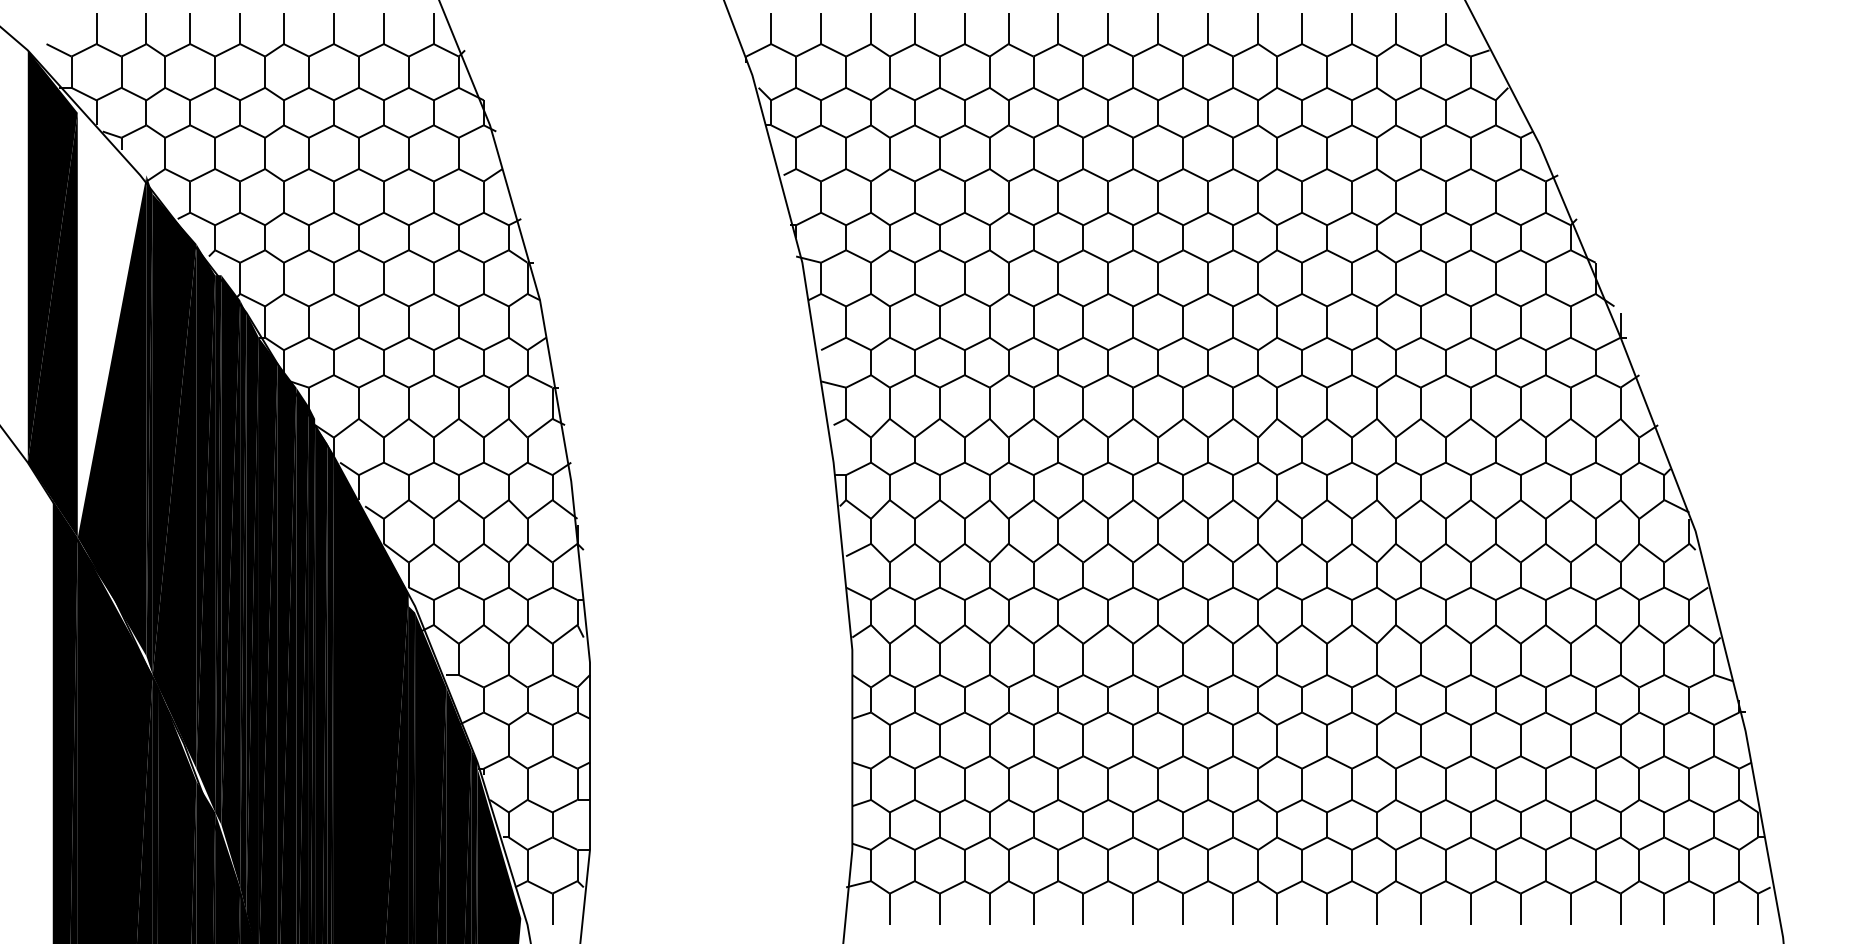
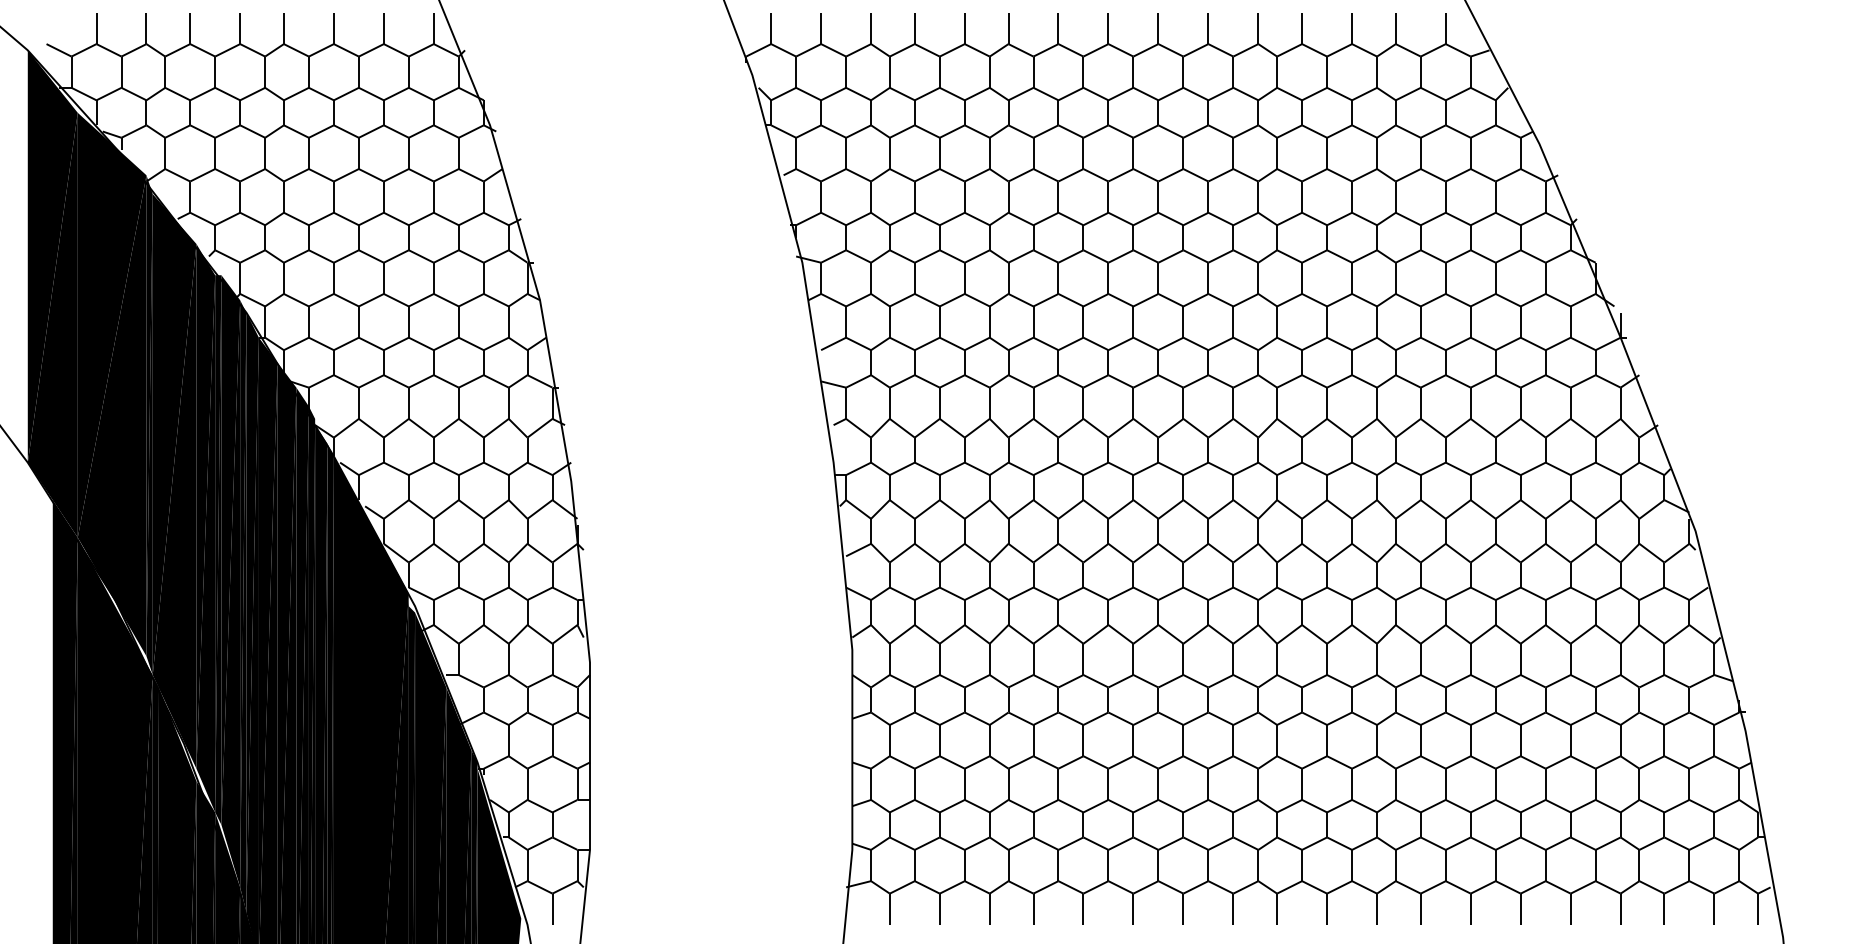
fill at (111, 324): none -> present
